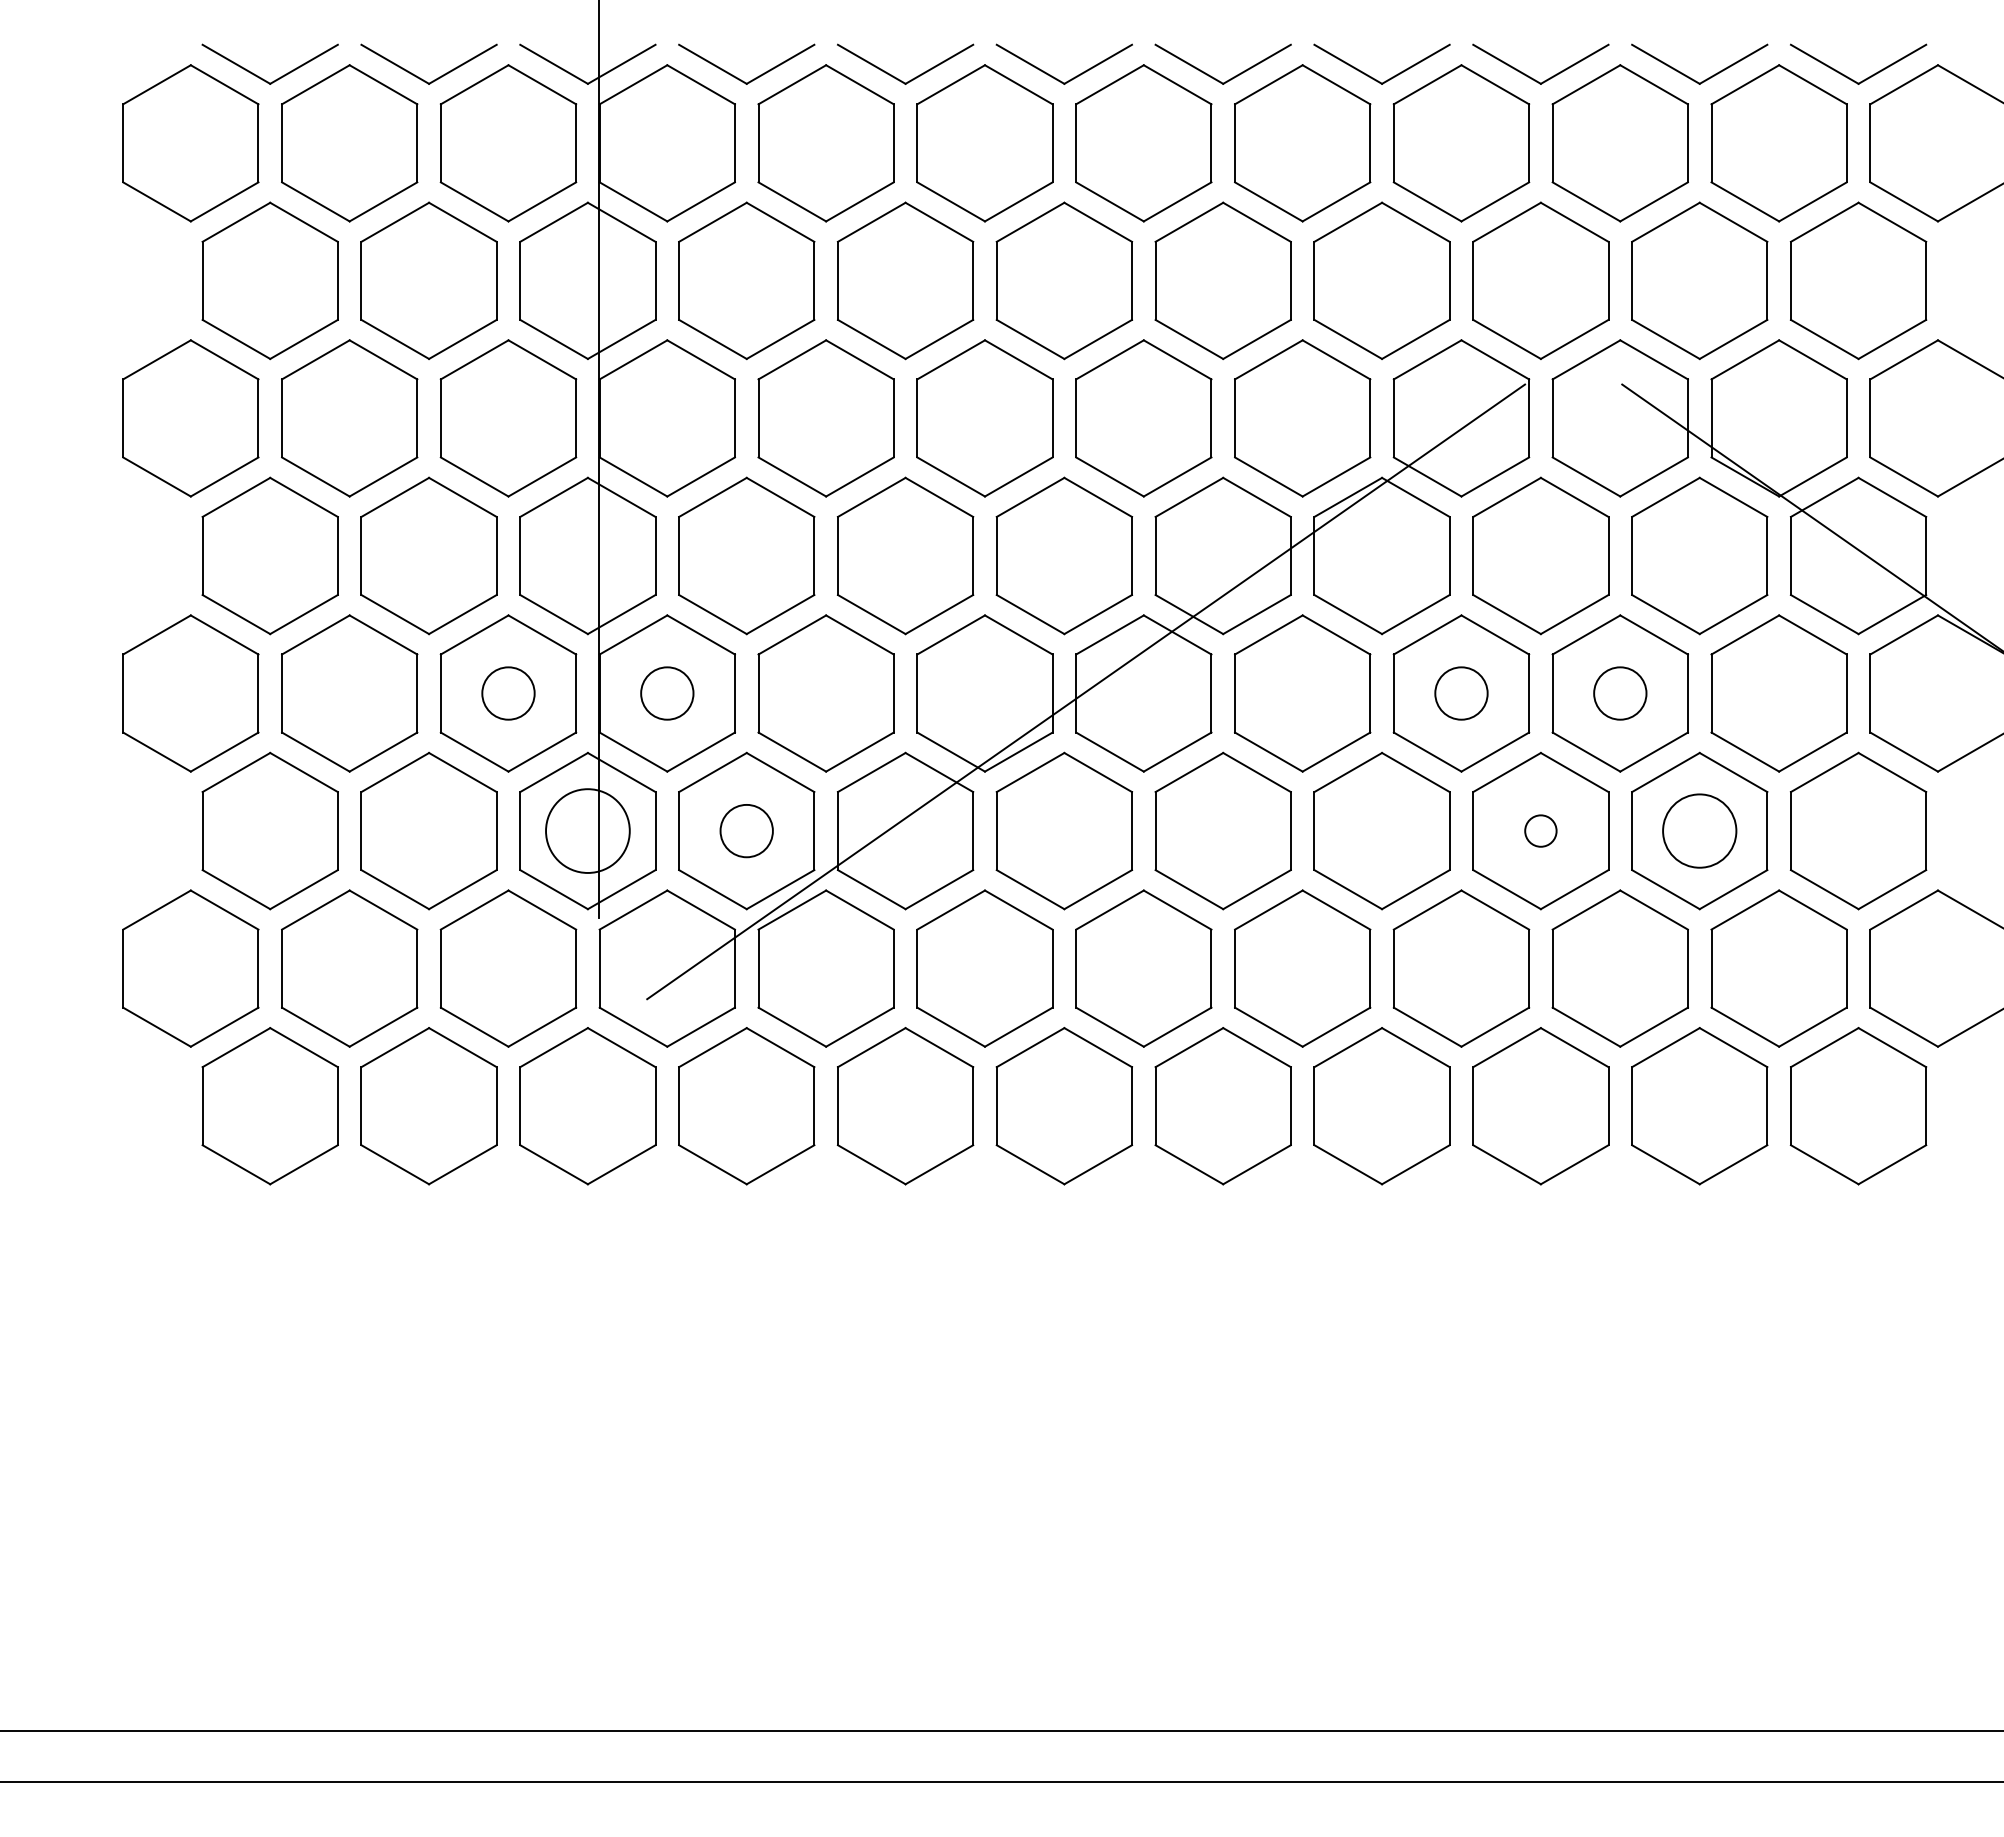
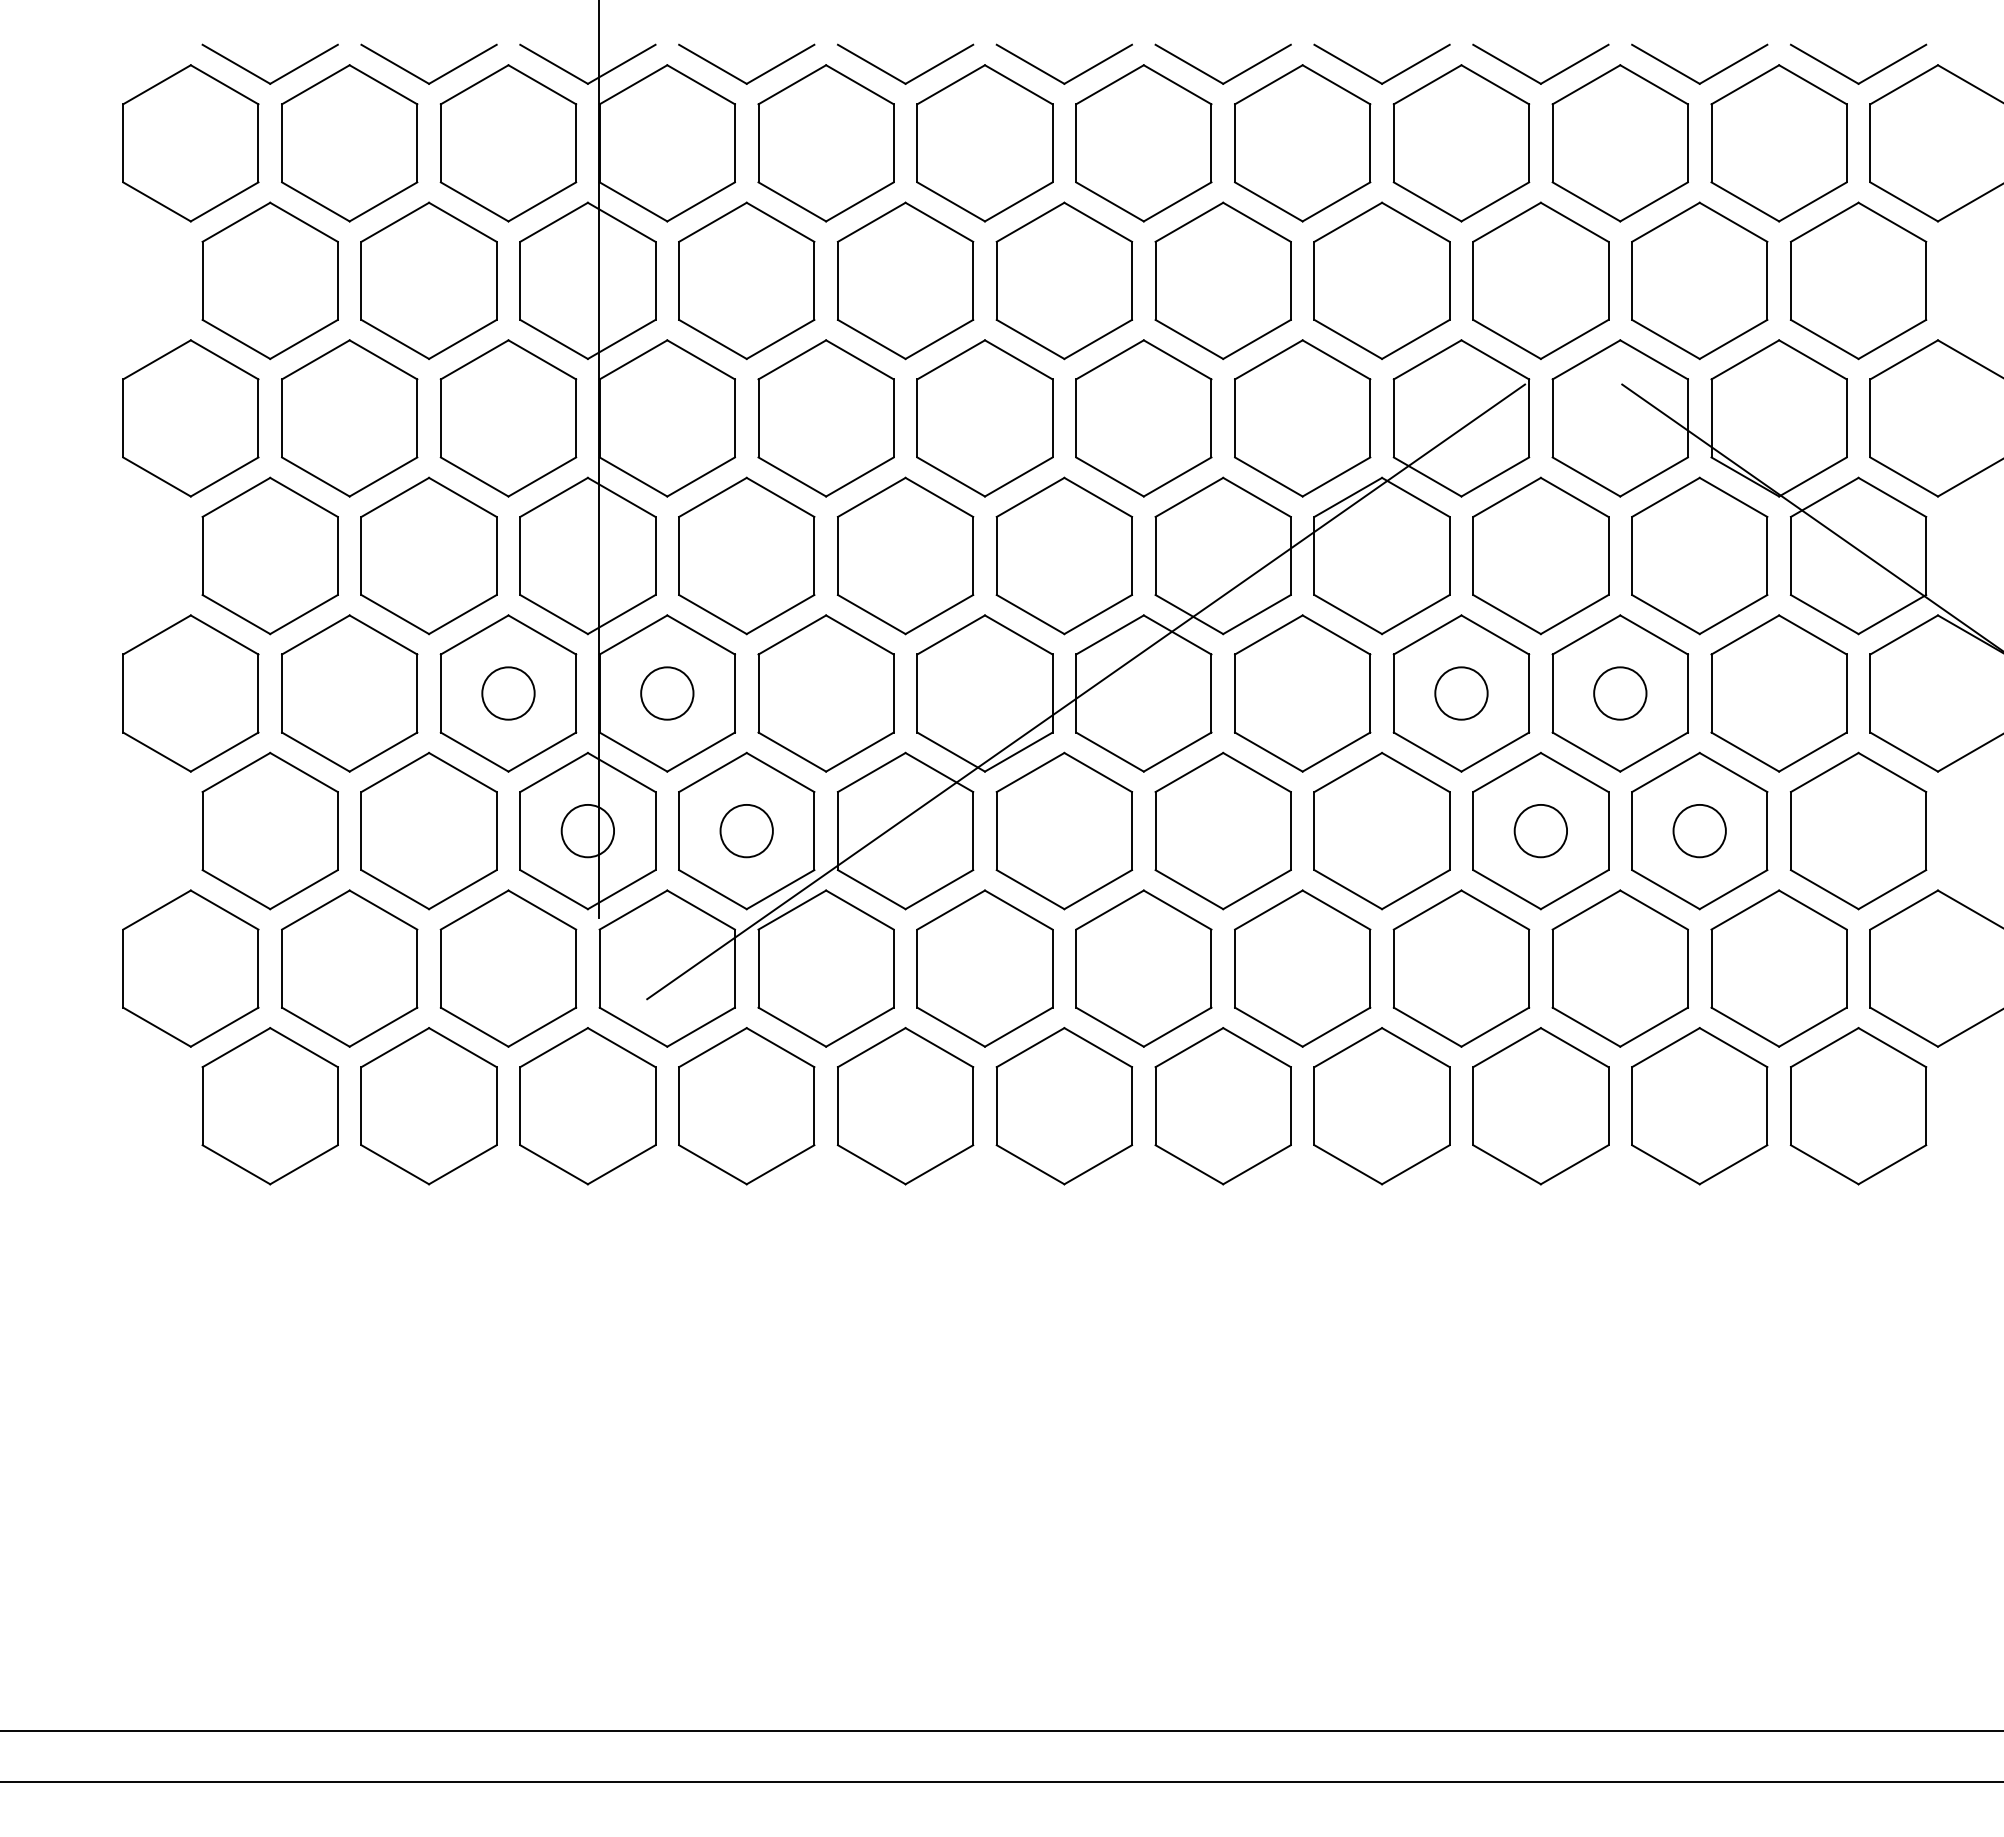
circle at (587, 830) diameter: 84 px -> 52 px
circle at (1540, 830) diameter: 31 px -> 52 px
circle at (1699, 830) diameter: 73 px -> 52 px
